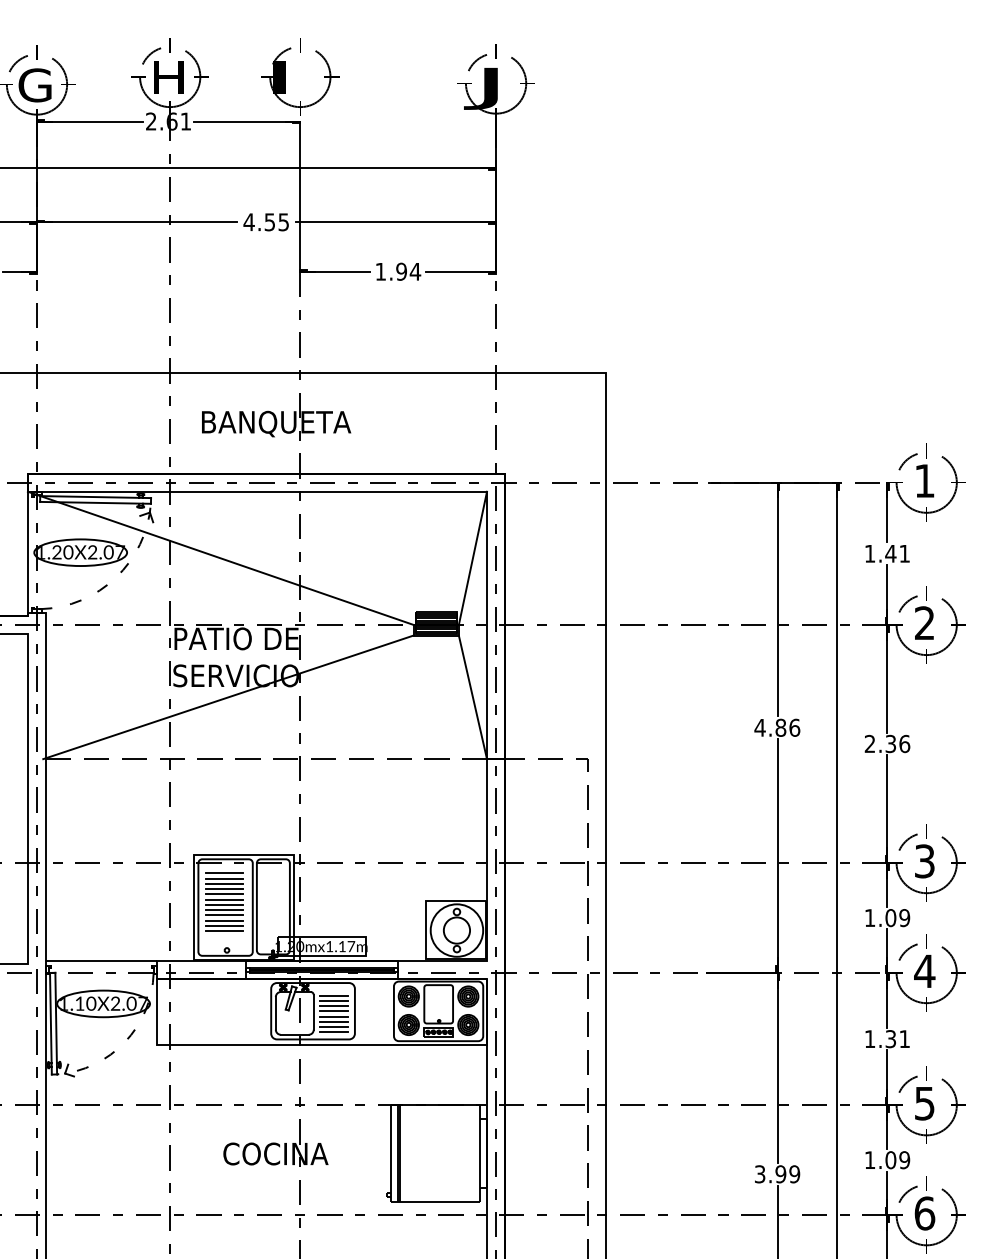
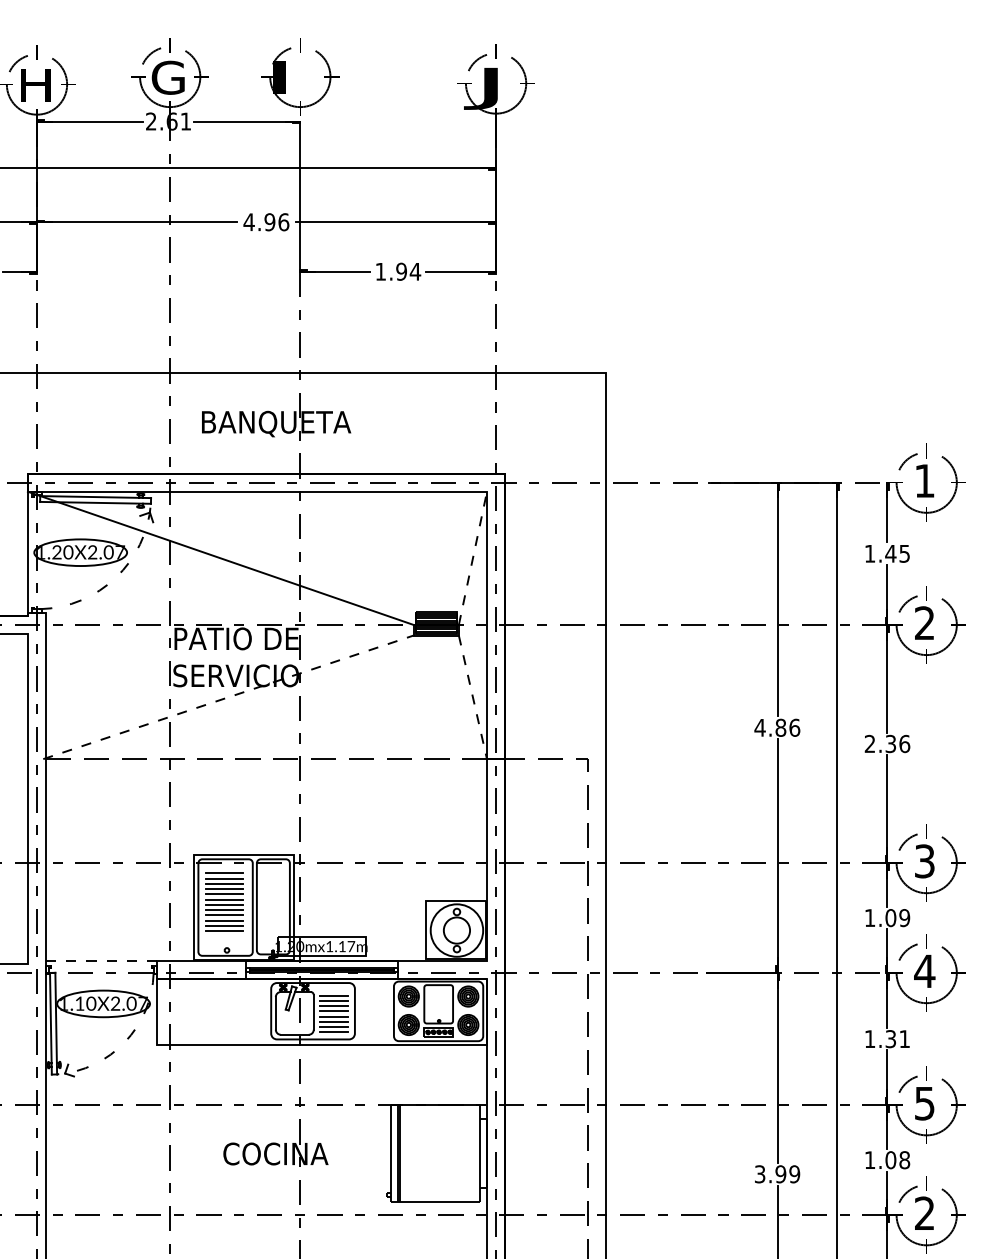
text at (167, 77): H -> G
text at (34, 85): G -> H
text at (276, 222): 4.55 -> 4.96
text at (904, 553): 1.41 -> 1.45
line at (473, 557): solid -> dashed
line at (228, 697): solid -> dashed
line at (473, 697): solid -> dashed
line at (101, 960): solid -> dashed
text at (904, 1160): 1.09 -> 1.08
text at (924, 1213): 6 -> 2
